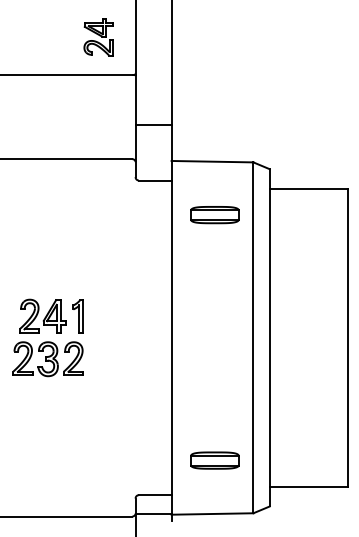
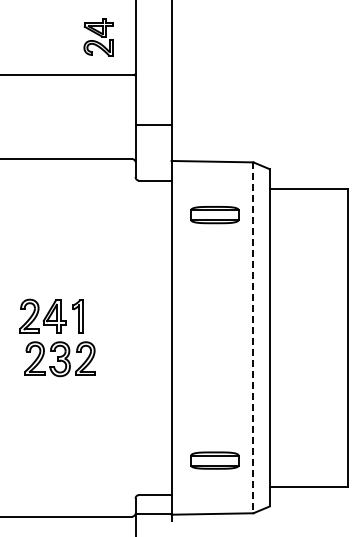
line at (253, 338): solid -> dashed
part at (47, 359) position: (47, 359) -> (59, 359)
